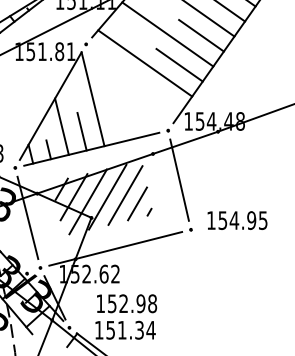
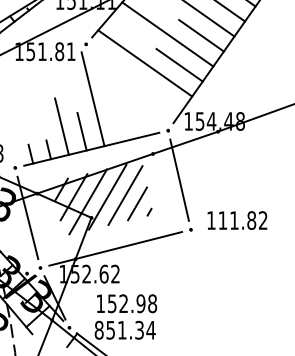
line at (50, 105): present -> none
text at (242, 220): 154.95 -> 111.82
text at (98, 329): 151.34 -> 851.34
